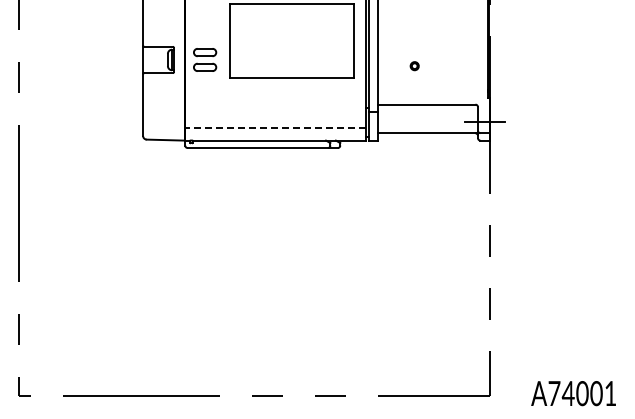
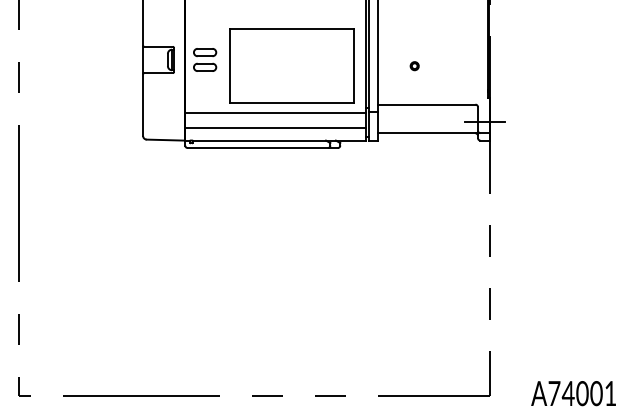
part at (291, 40) position: (291, 40) -> (291, 65)
line at (275, 113): none -> present
line at (275, 128): dashed -> solid
